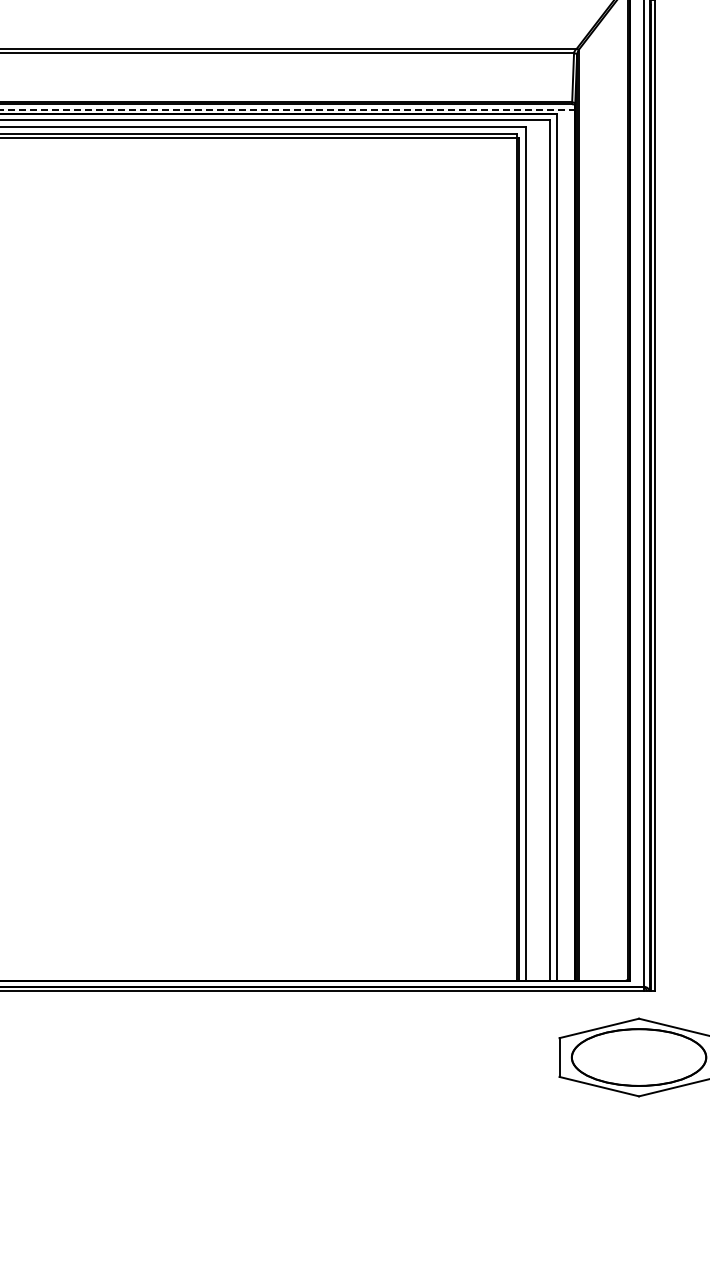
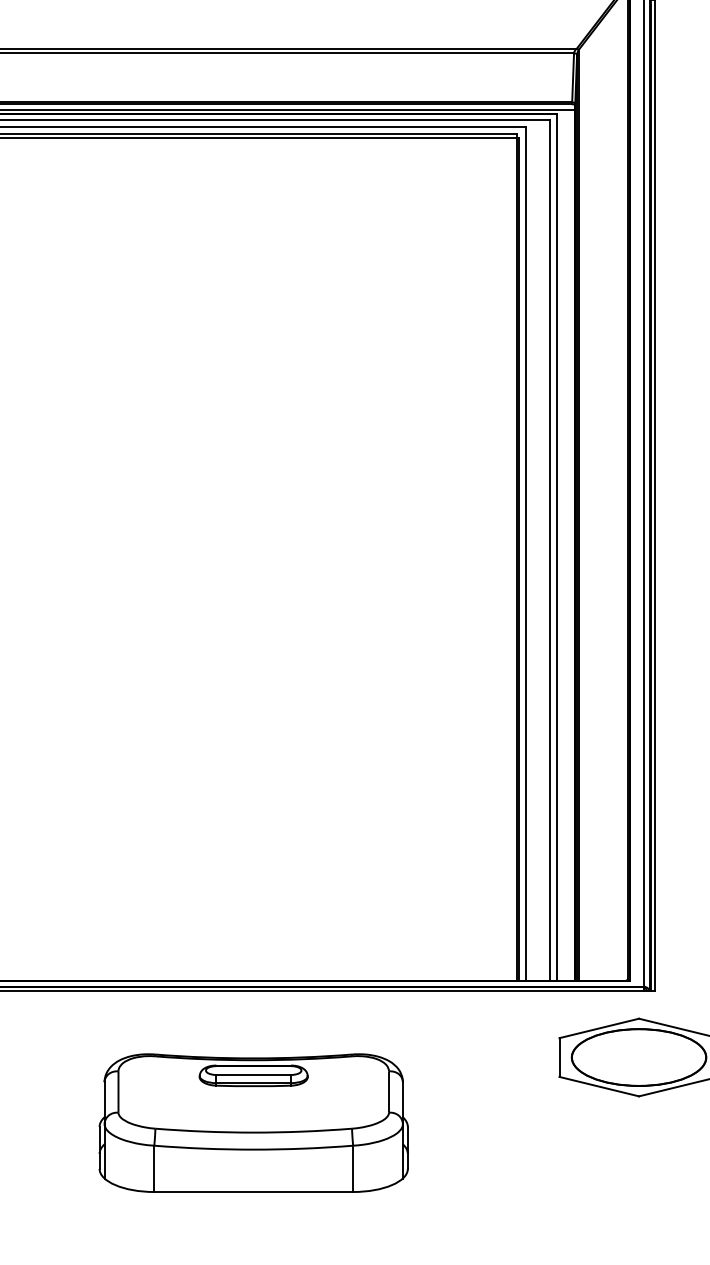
line at (288, 109): dashed -> solid
part at (253, 1122): none -> present
